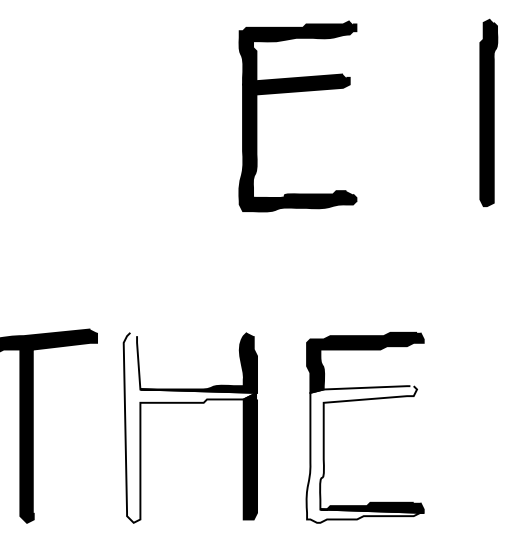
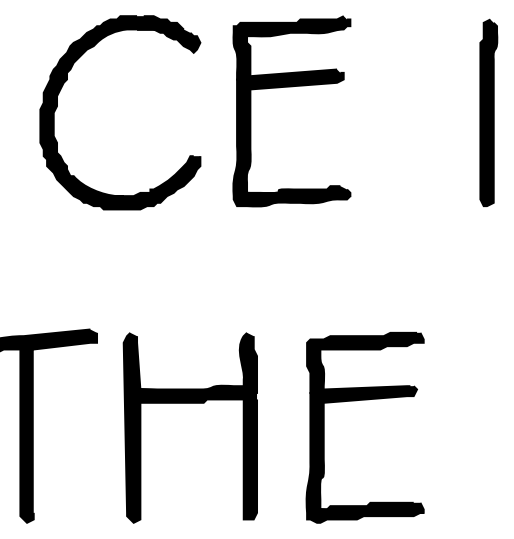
part at (67, 80): none -> present
part at (297, 92) position: (297, 92) -> (291, 87)
fill at (190, 427): none -> present
fill at (364, 454): none -> present
